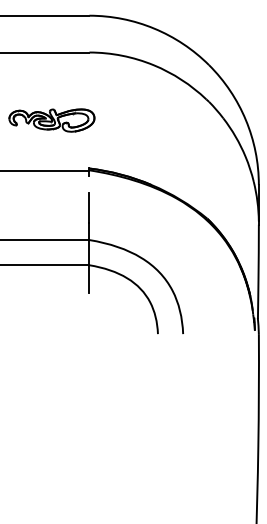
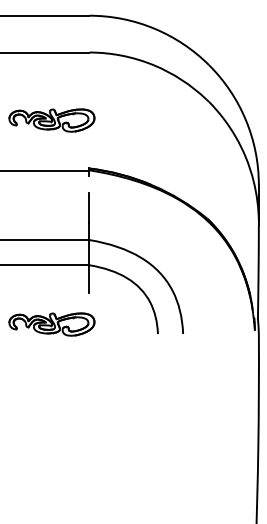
part at (51, 324): none -> present
